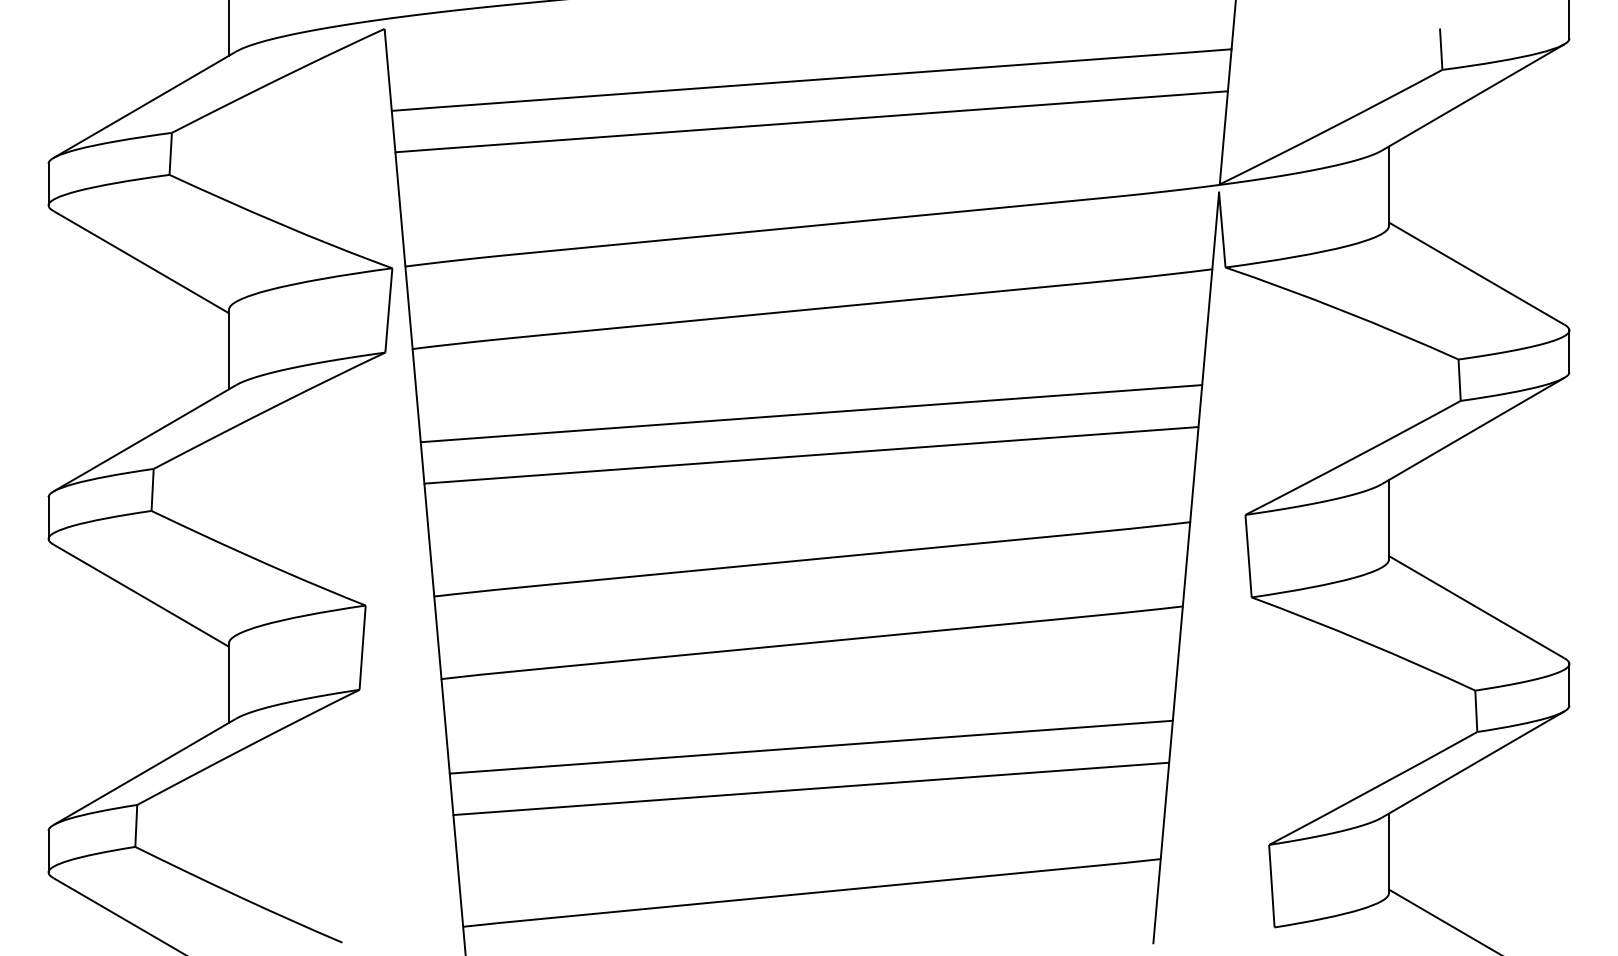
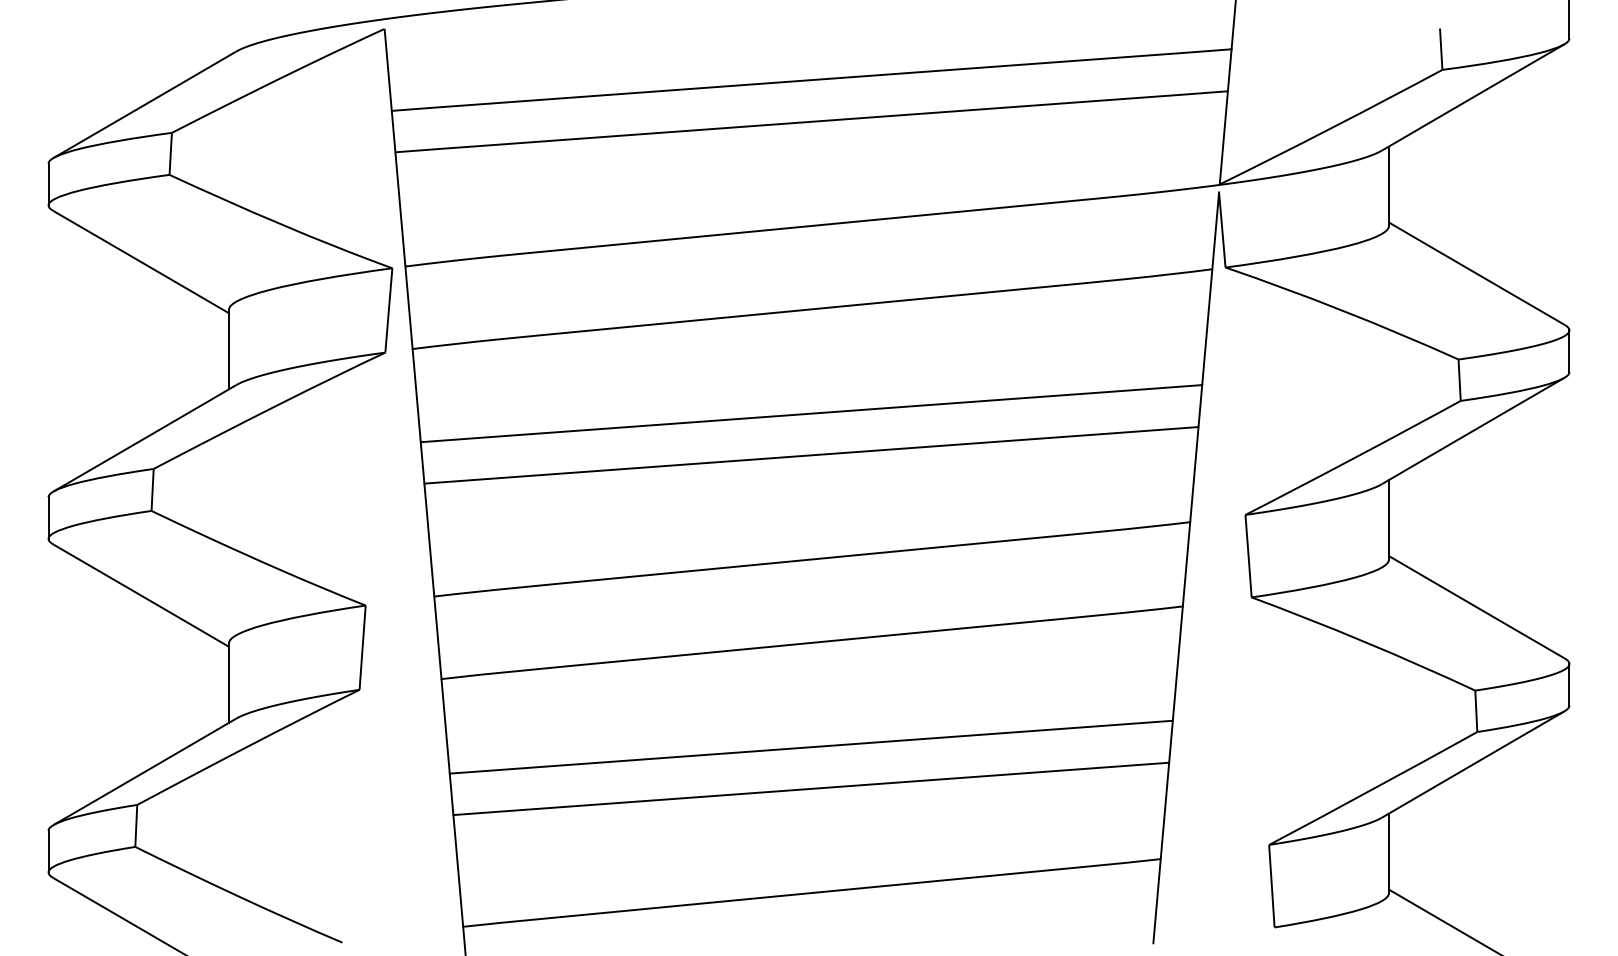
line at (229, 28): present -> none
